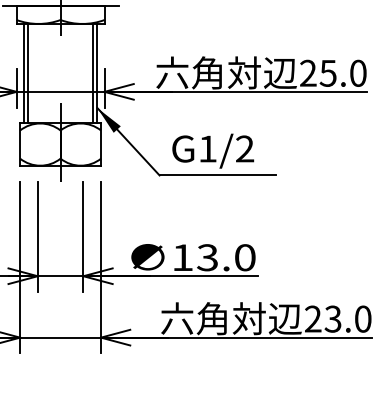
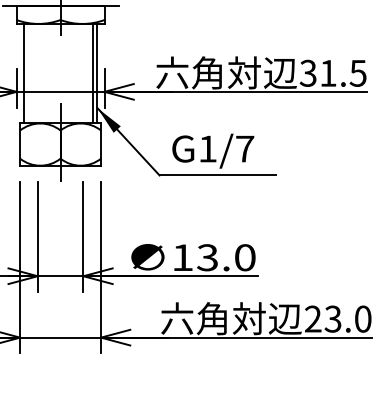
text at (332, 72): 25.0 -> 31.5
line at (27, 73): present -> none
text at (245, 148): G1/2 -> G1/7
